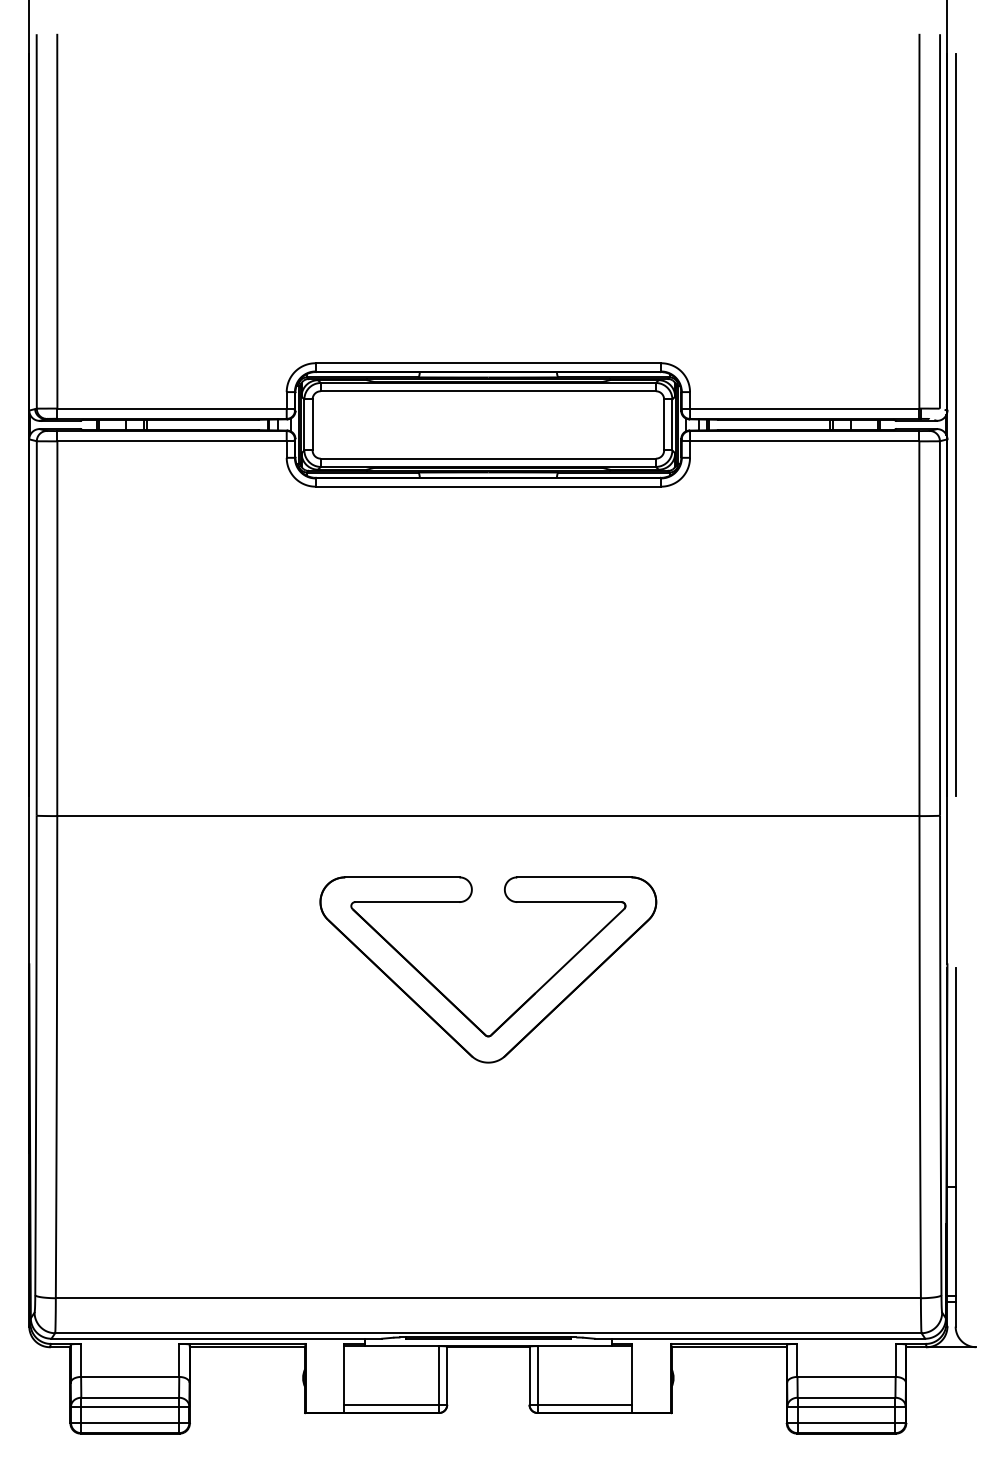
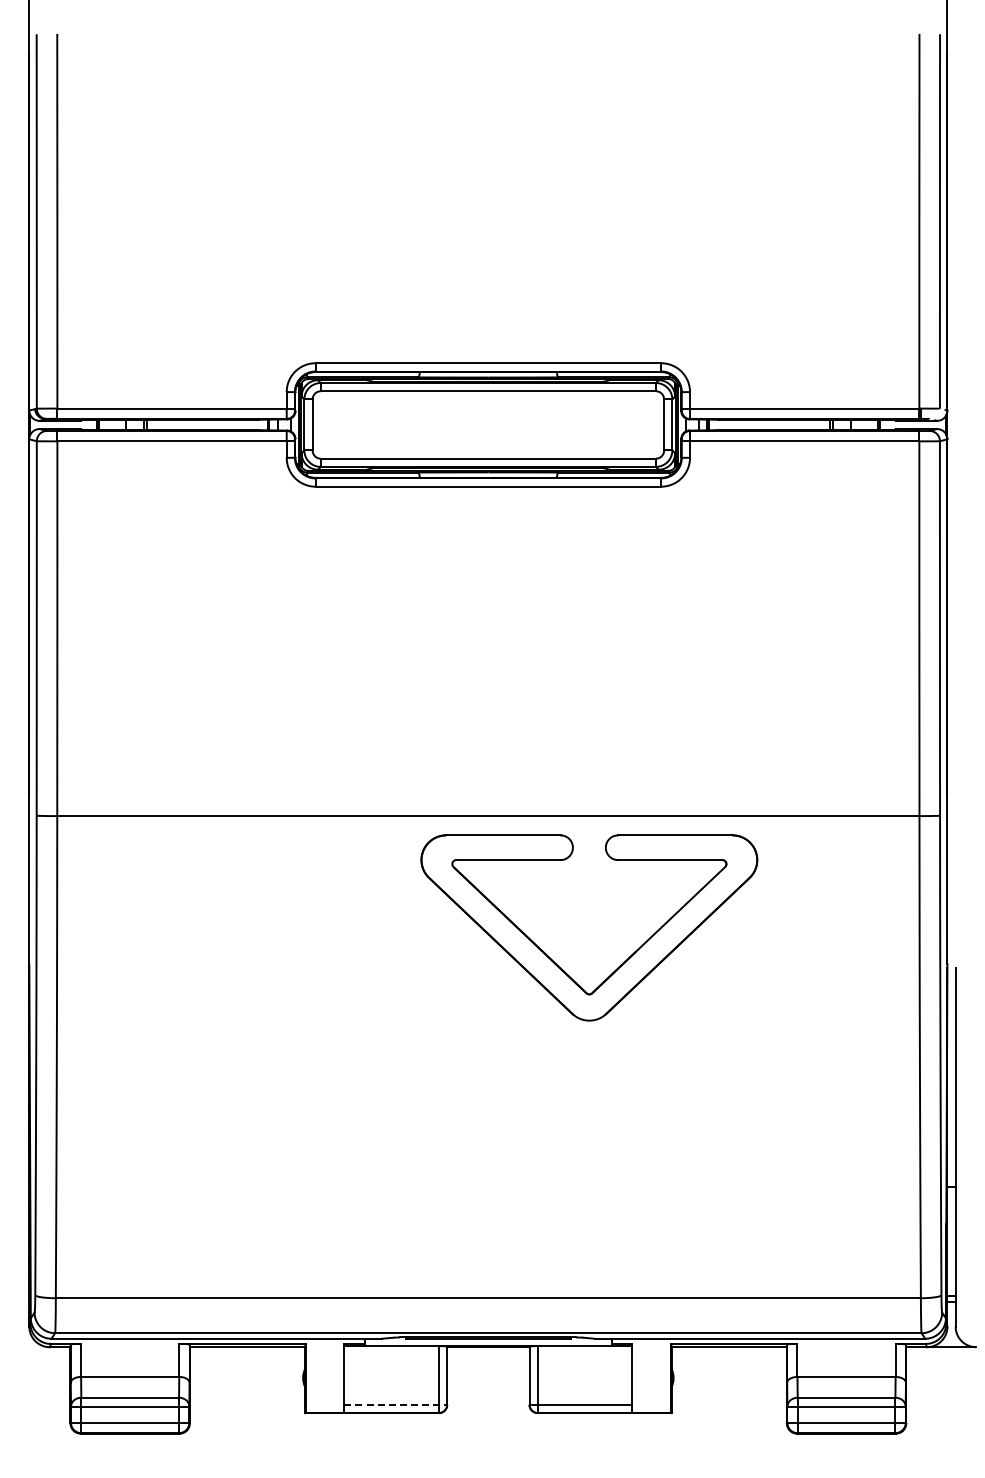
line at (955, 424): present -> none
part at (520, 1005) position: (520, 1005) -> (621, 963)
line at (396, 1404): solid -> dashed
